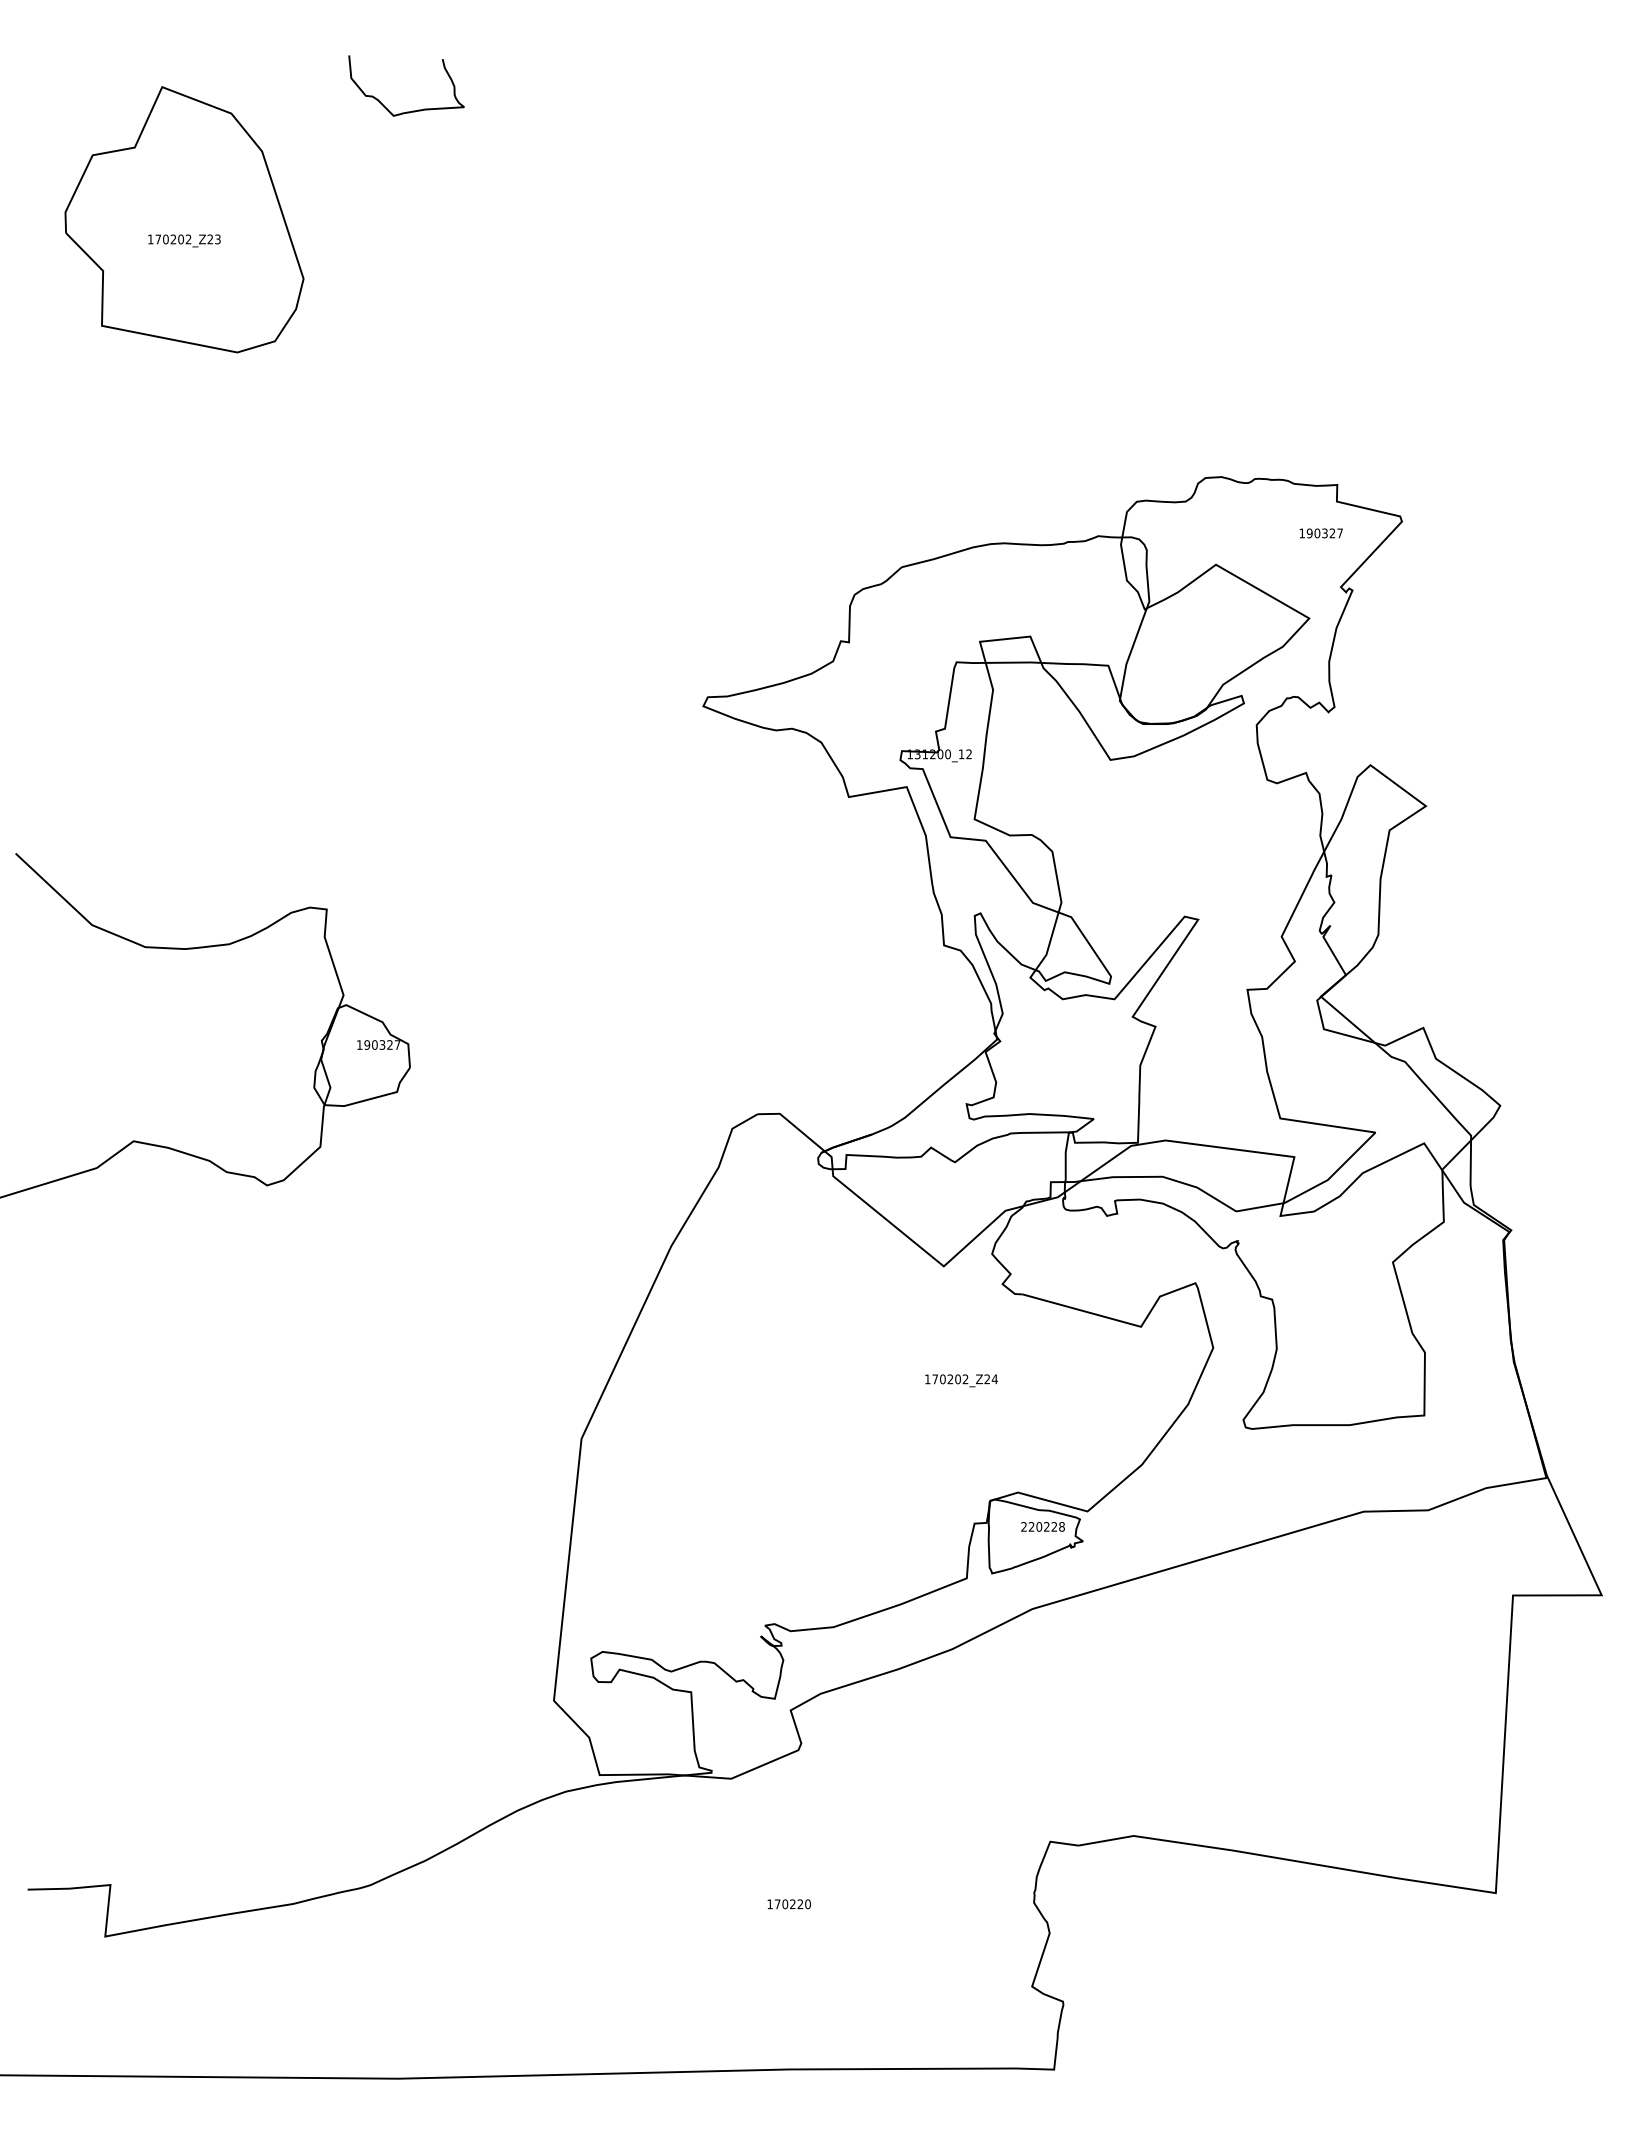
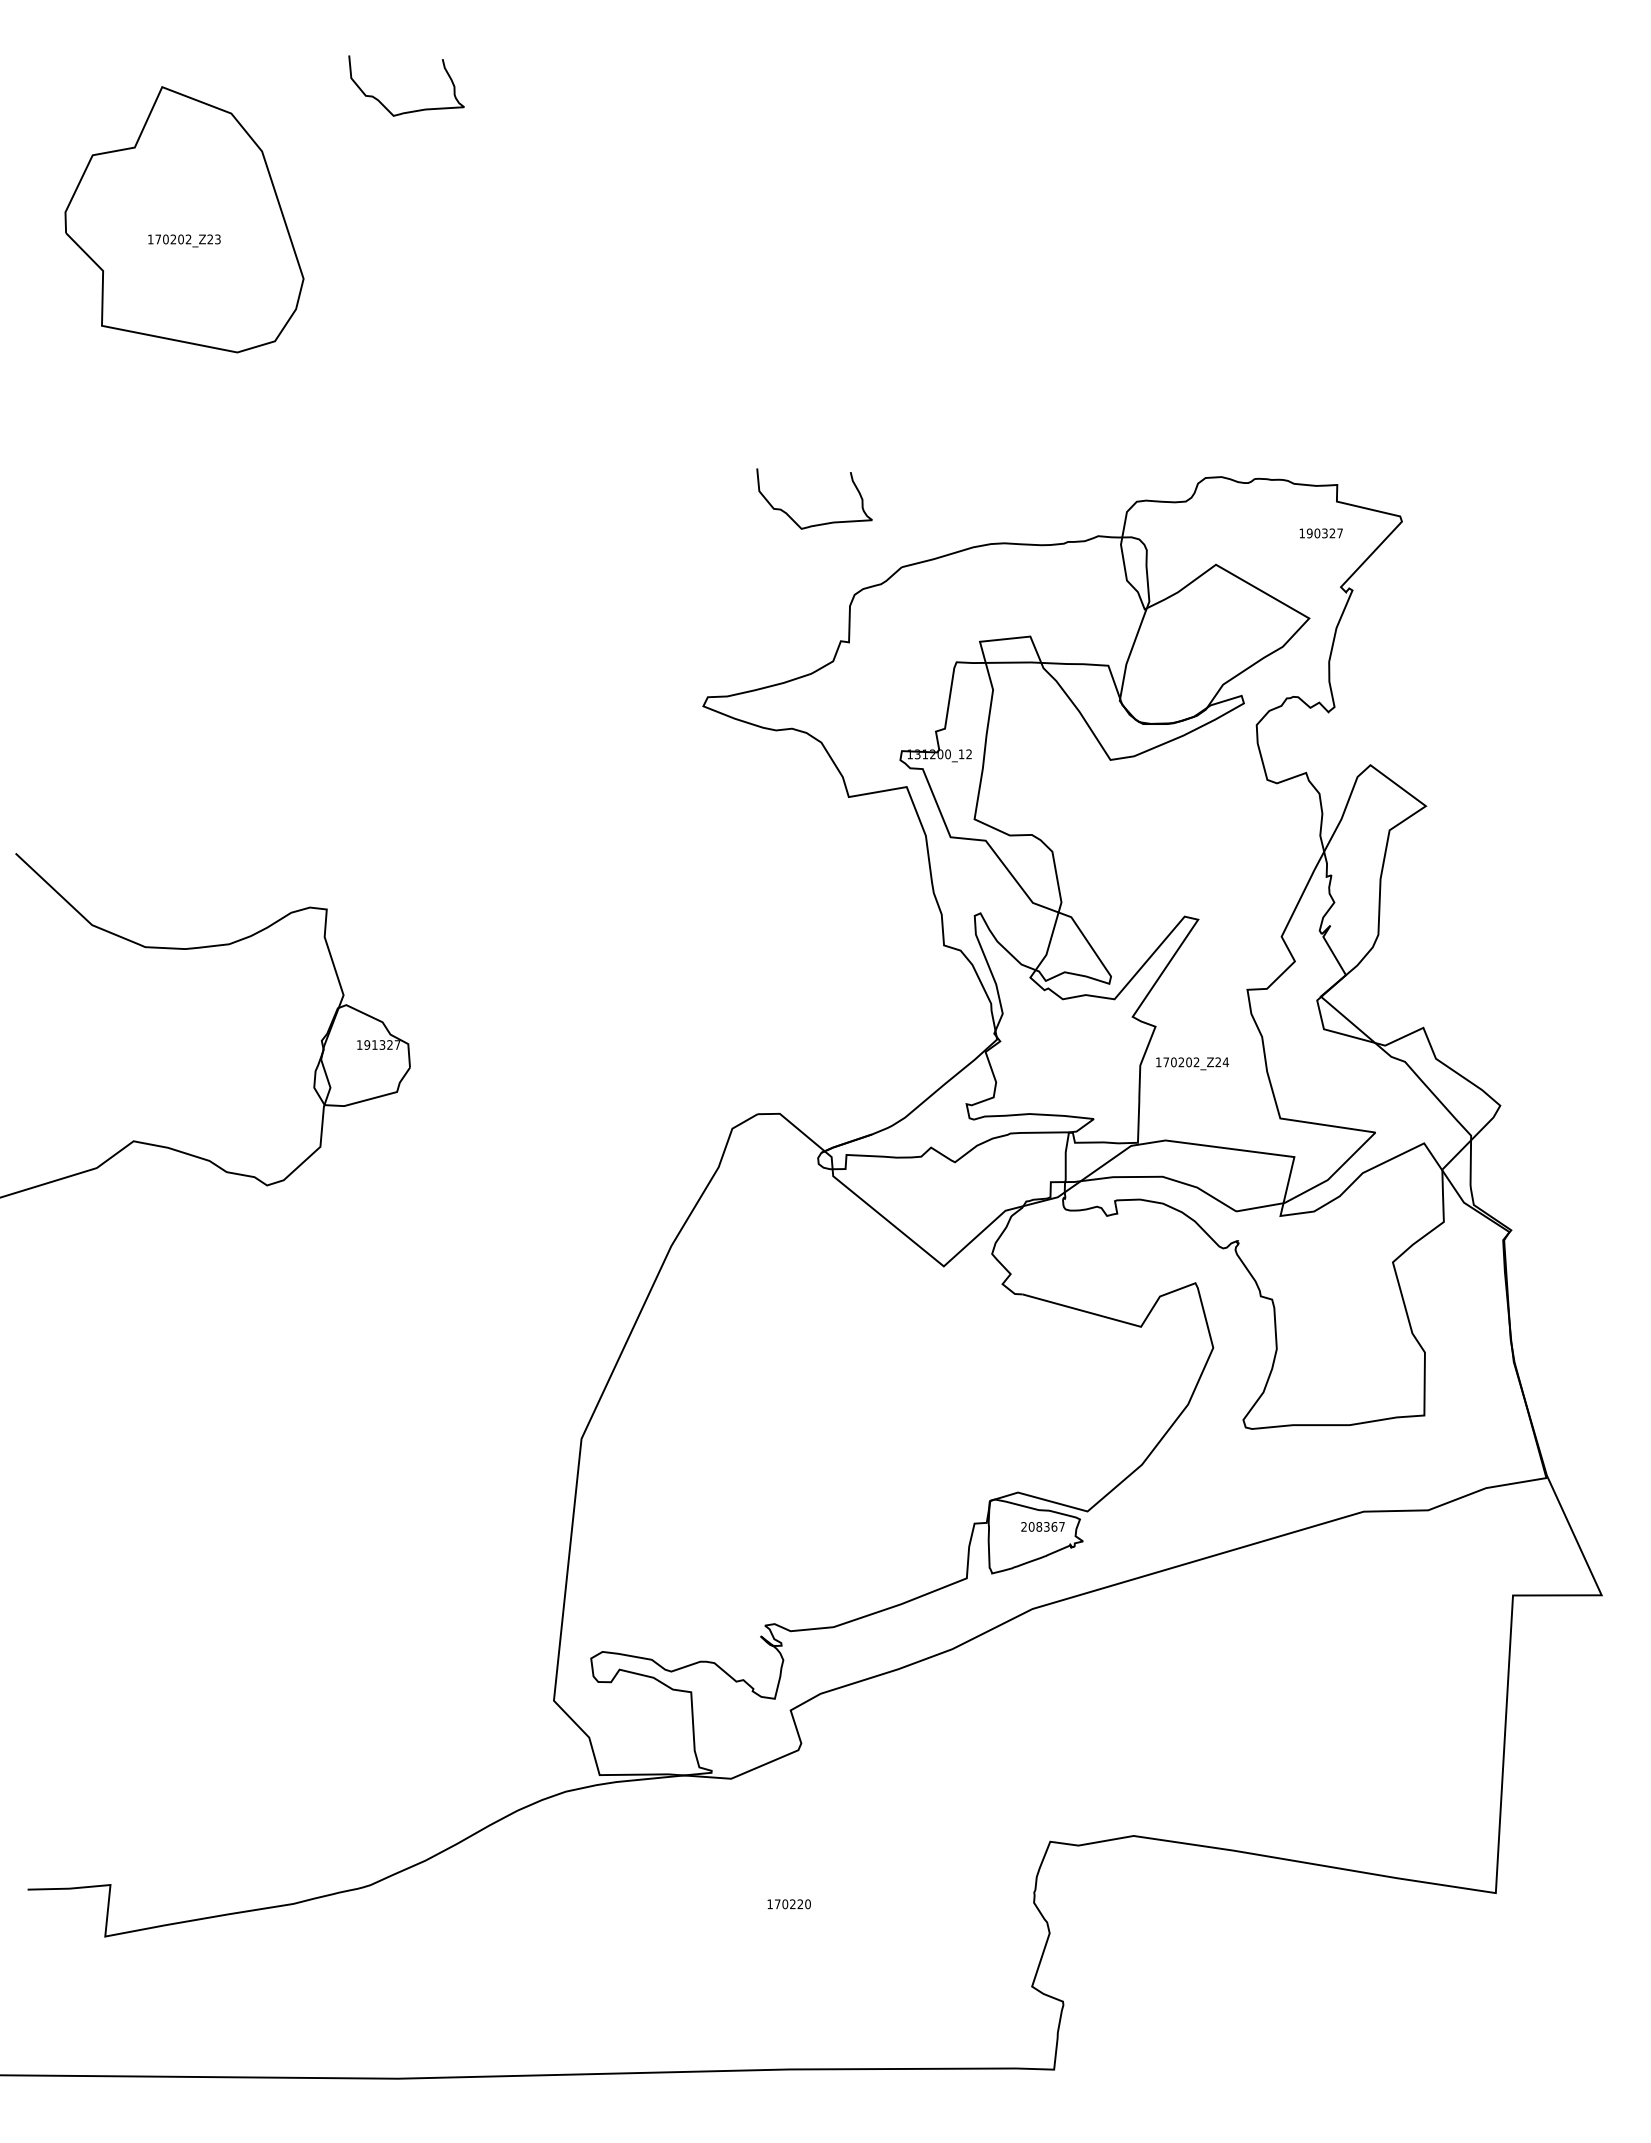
curve at (820, 523): none -> present
text at (374, 1044): 190327 -> 191327
text at (961, 1380) position: (961, 1380) -> (1192, 1063)
text at (1046, 1526): 220228 -> 208367
